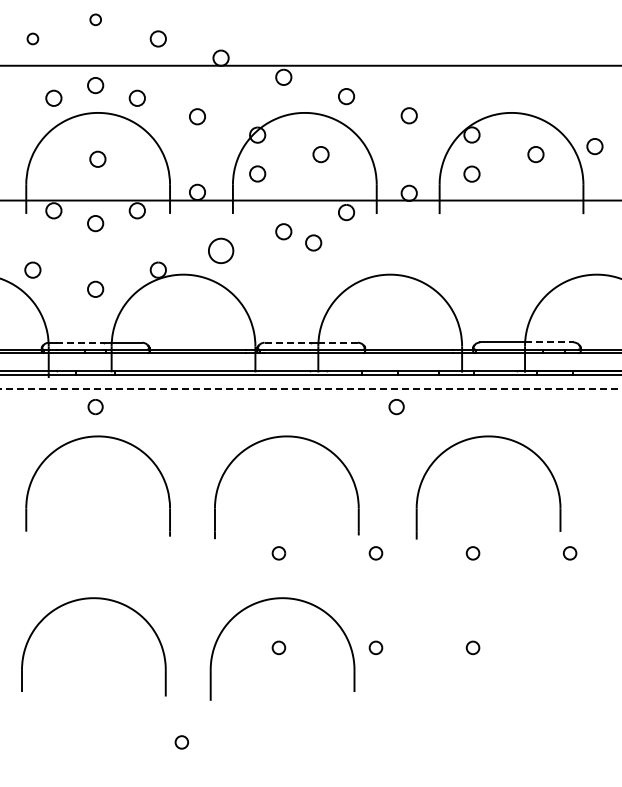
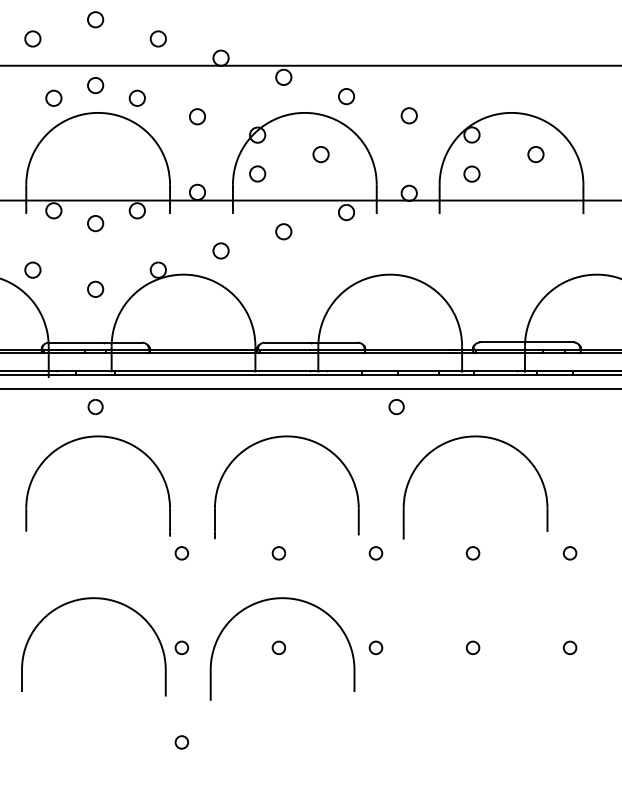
circle at (95, 19) size: 13x14 px -> 18x18 px
circle at (32, 38) size: 14x14 px -> 18x18 px
circle at (594, 146): present -> none
circle at (97, 158): present -> none
circle at (313, 242): present -> none
circle at (221, 250) size: 27x27 px -> 18x18 px
line at (80, 342): dashed -> solid
line at (288, 342): dashed -> solid
line at (338, 342): dashed -> solid
line at (549, 342): dashed -> solid
line at (310, 389): dashed -> solid
part at (488, 437) position: (488, 437) -> (475, 437)
circle at (181, 553): none -> present
circle at (181, 647): none -> present
circle at (570, 647): none -> present
